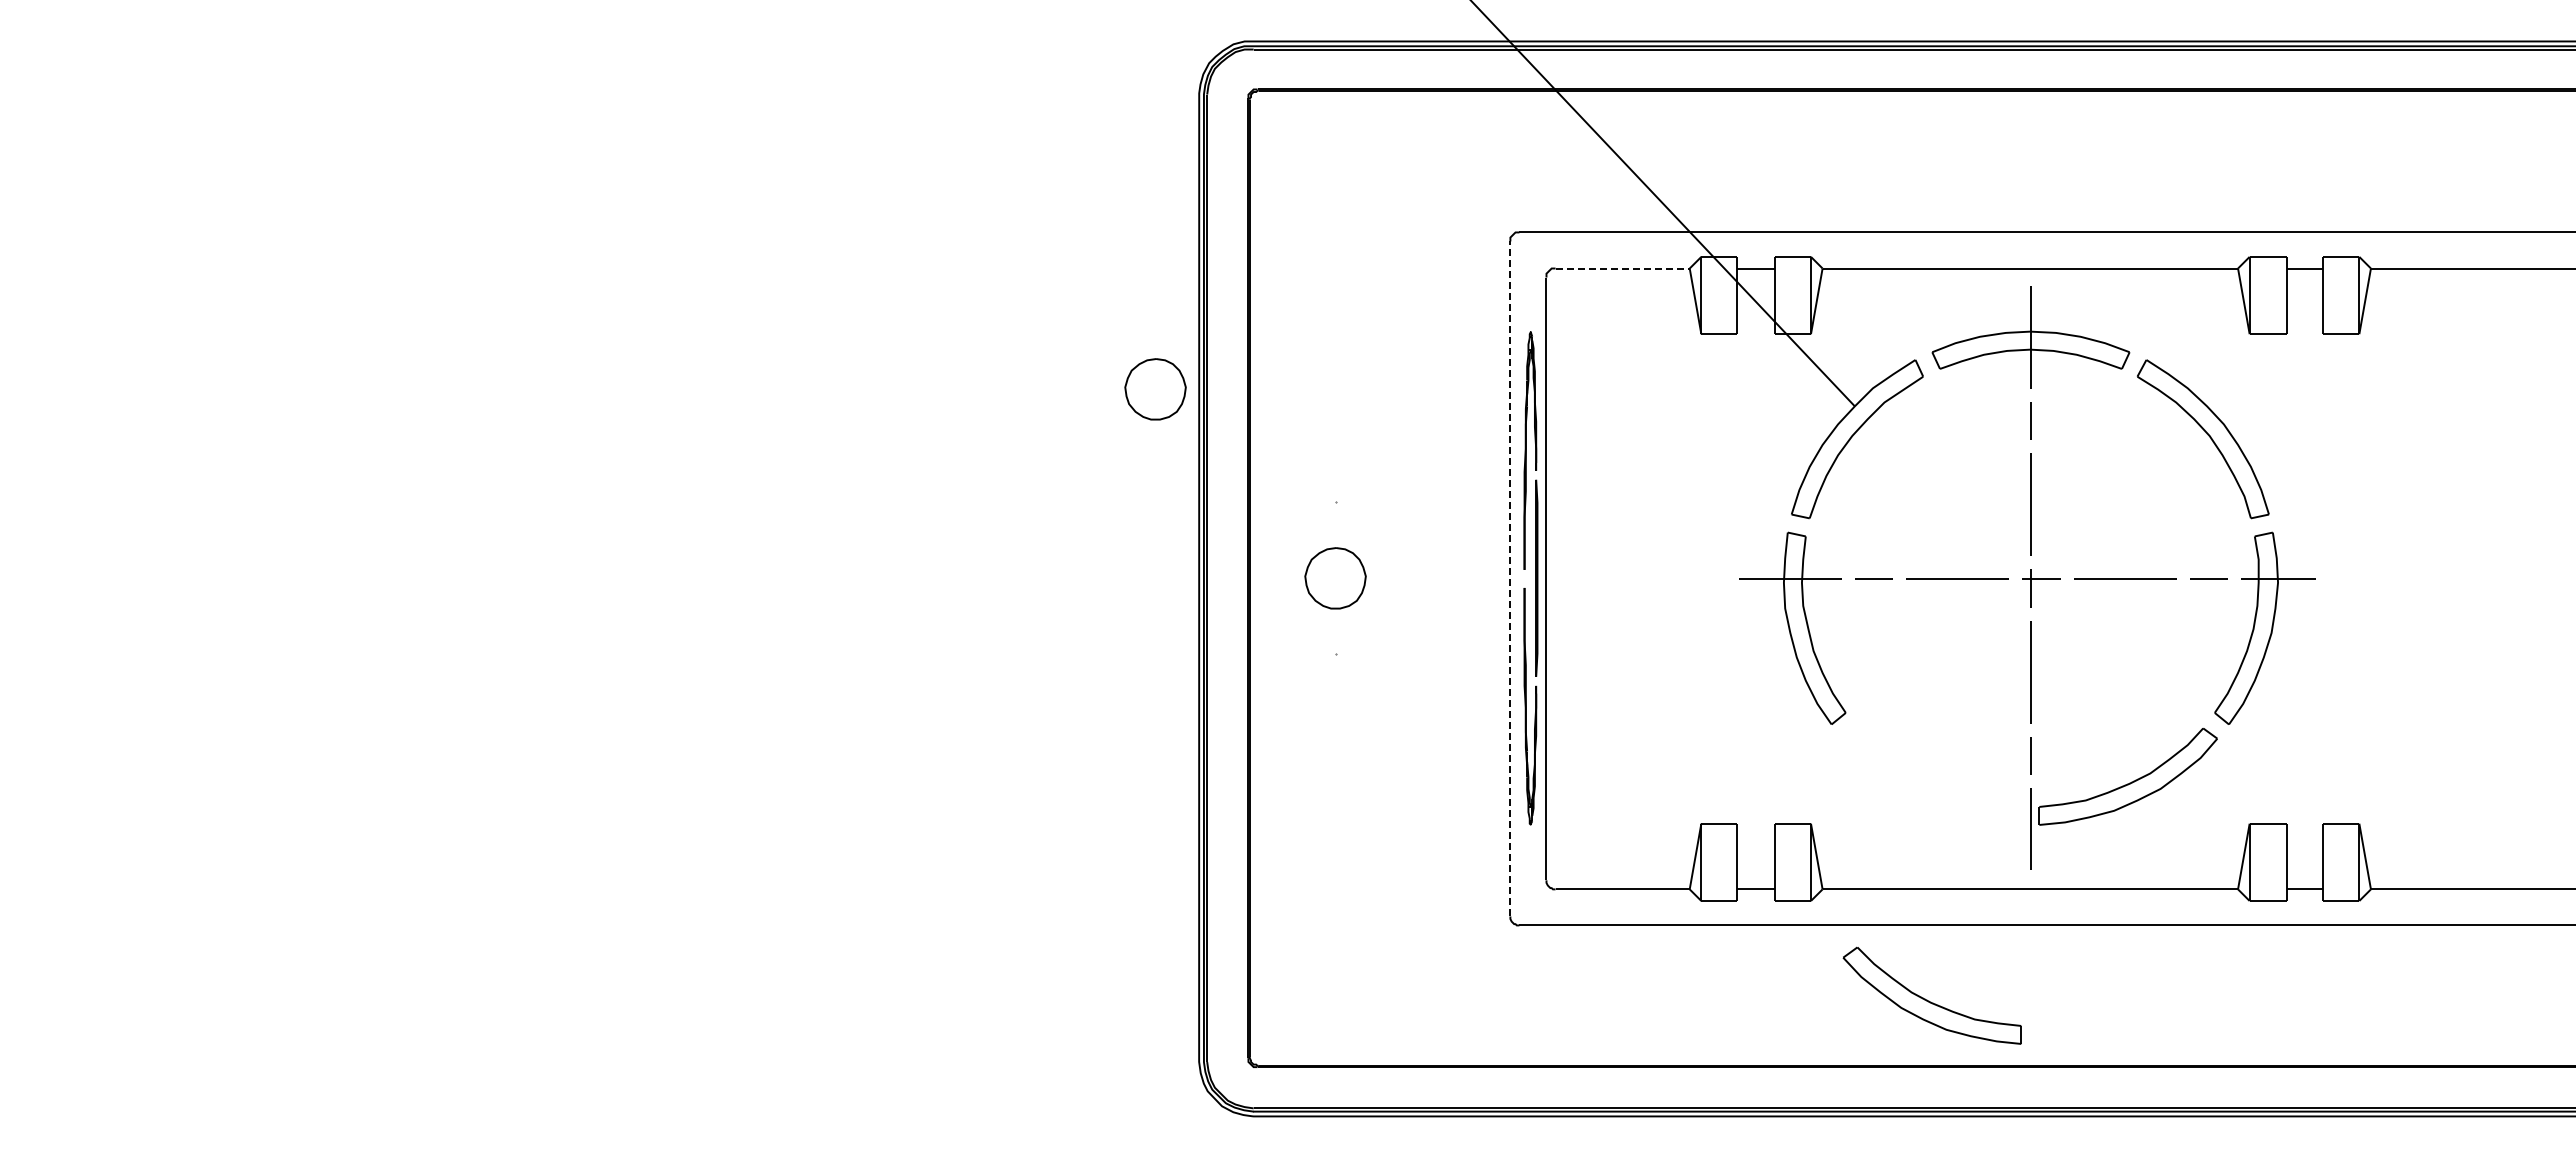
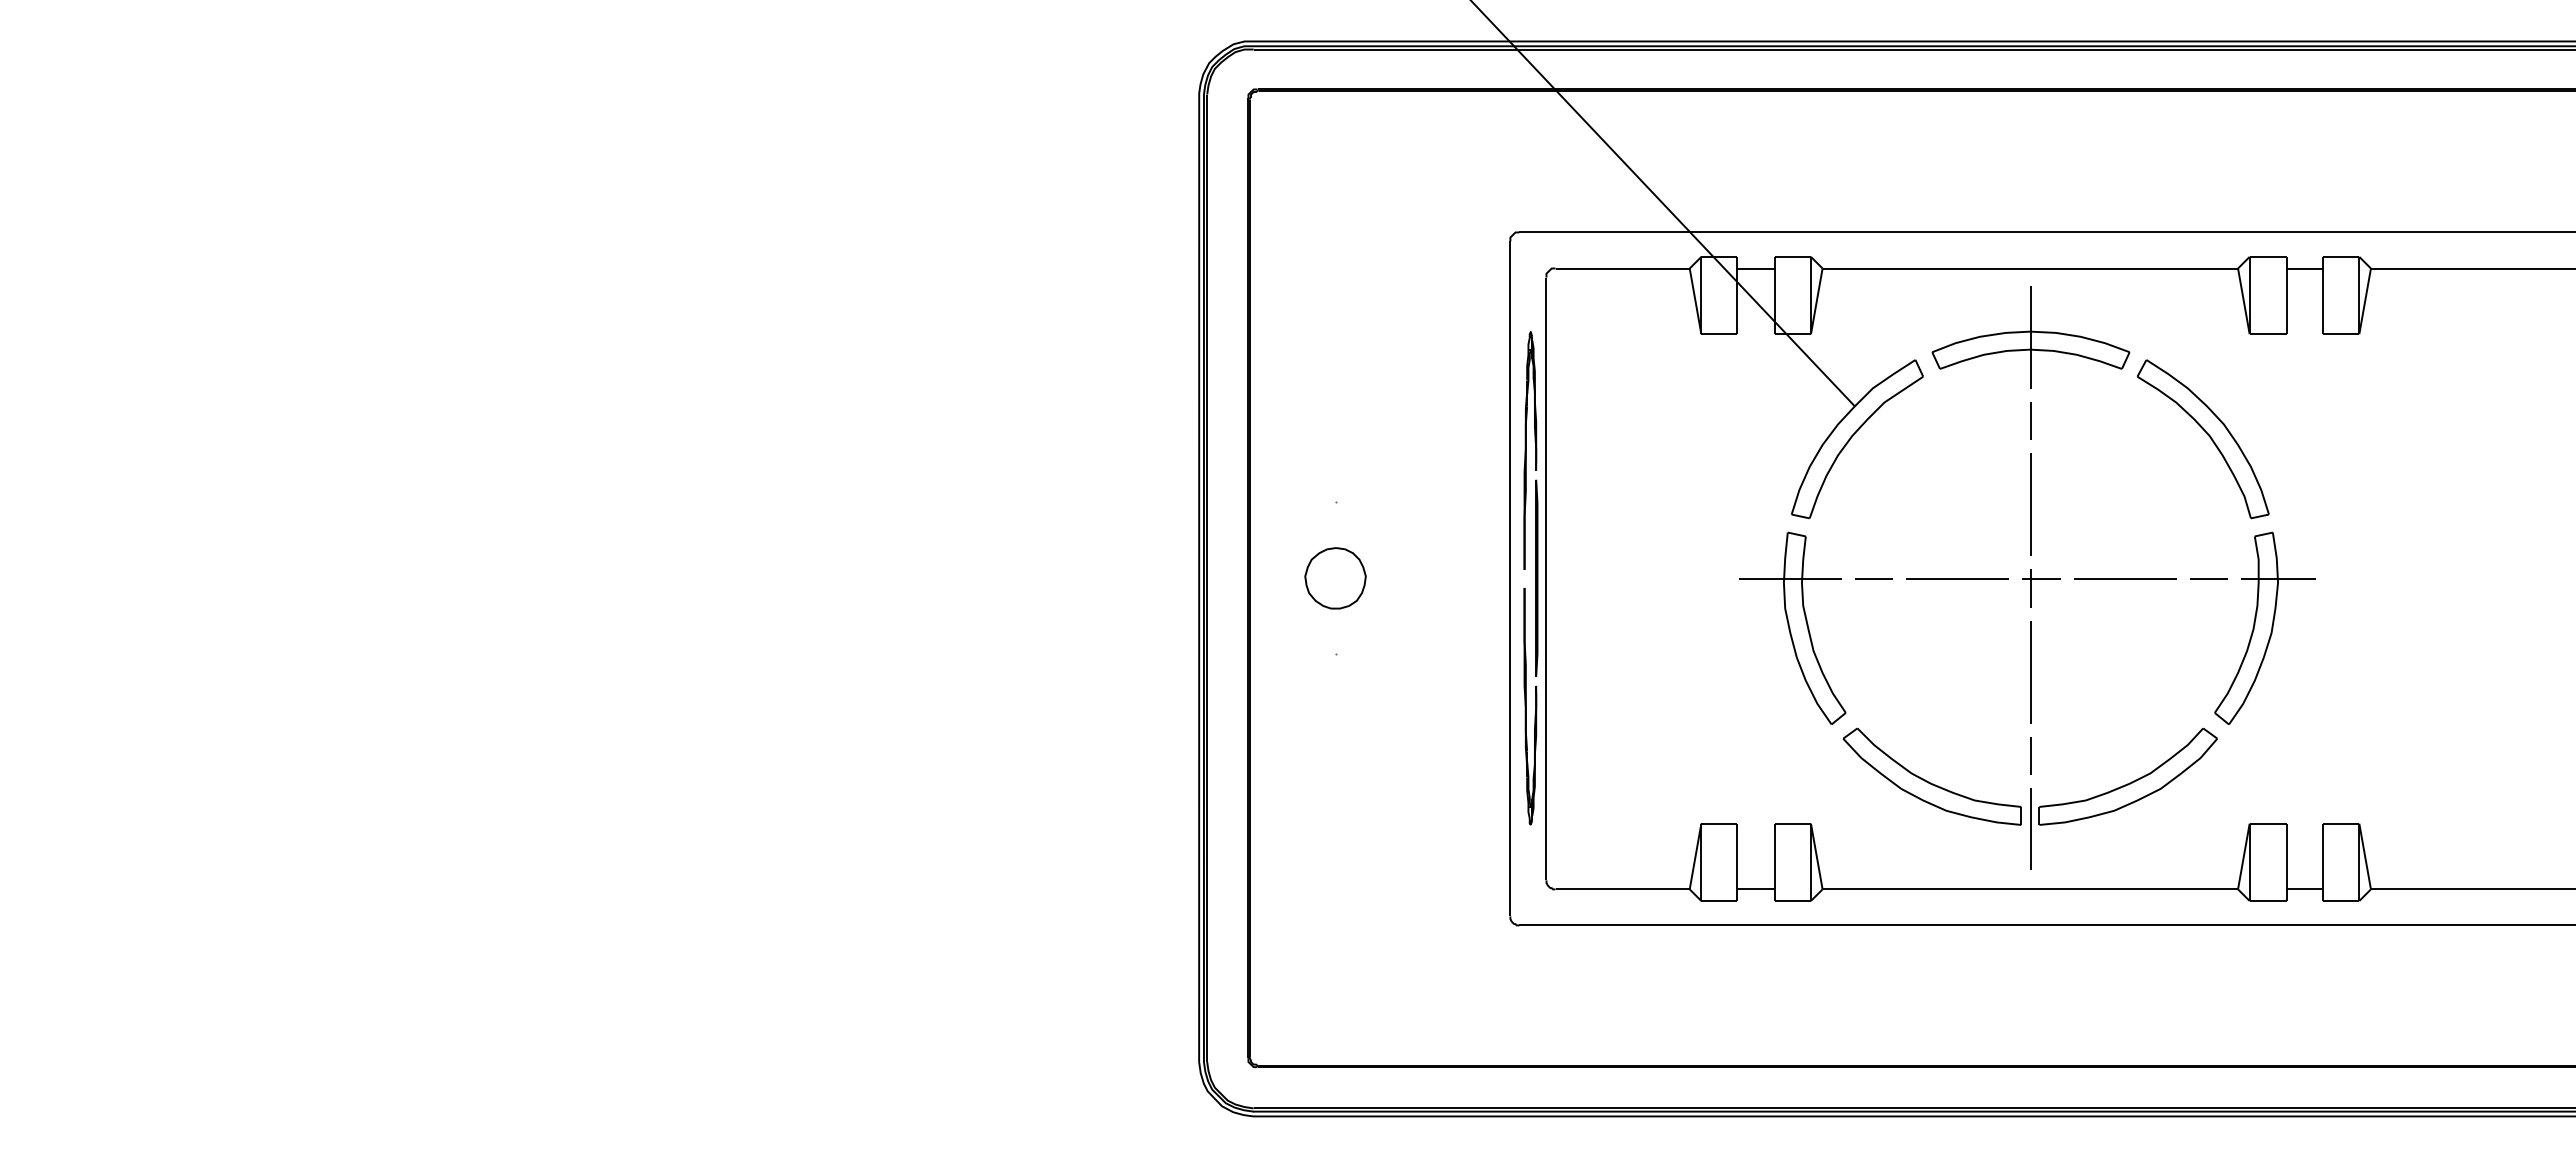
line at (1623, 268): dashed -> solid
part at (1155, 389): present -> none
line at (1510, 578): dashed -> solid
part at (1931, 995) position: (1931, 995) -> (1931, 776)
